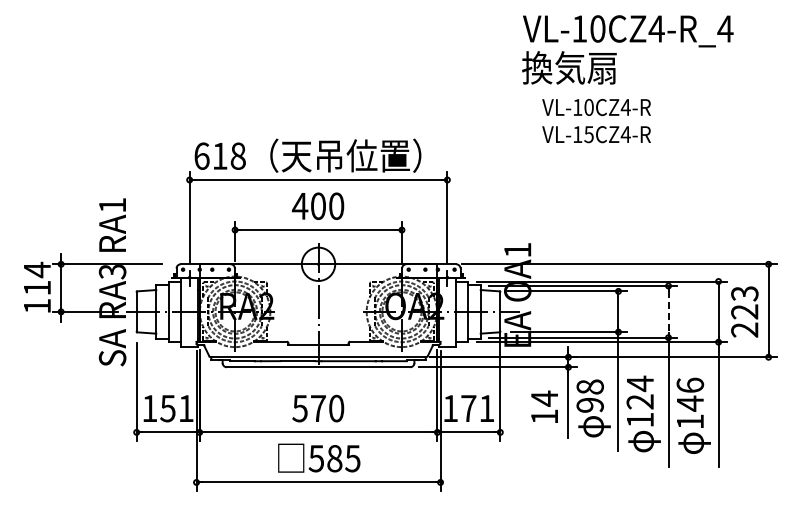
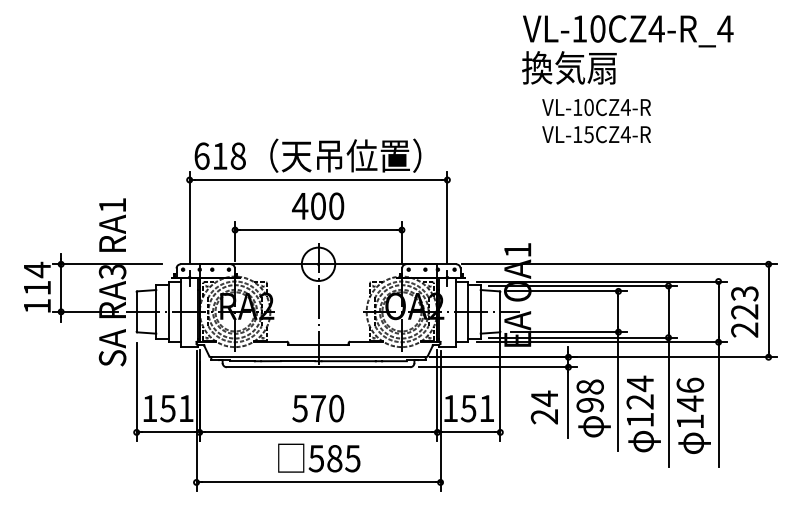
line at (668, 311): dashed -> solid
text at (468, 408): 171 -> 151
text at (543, 416): 14 -> 24
